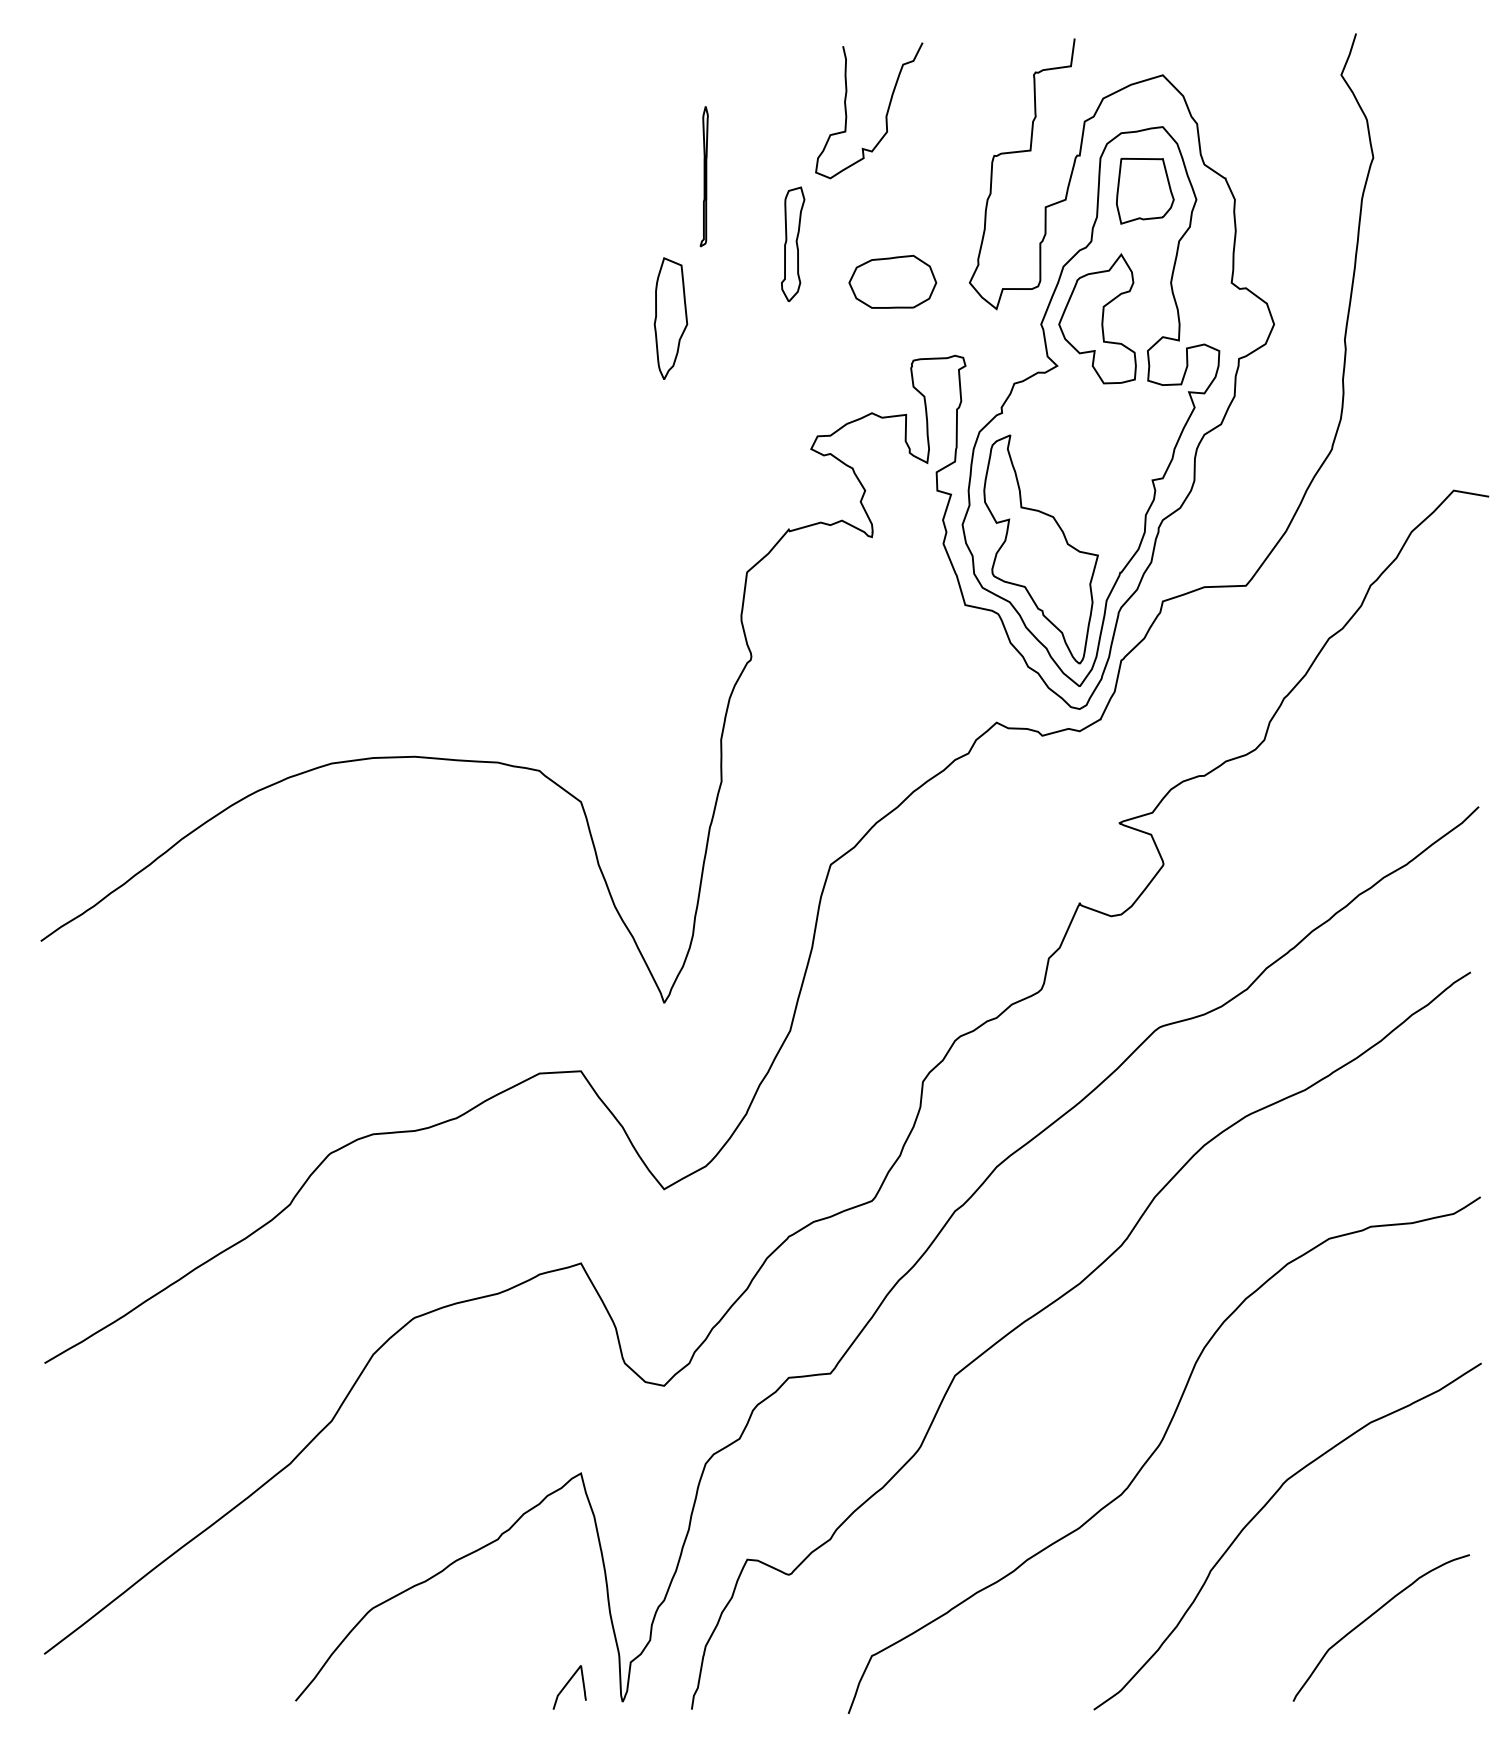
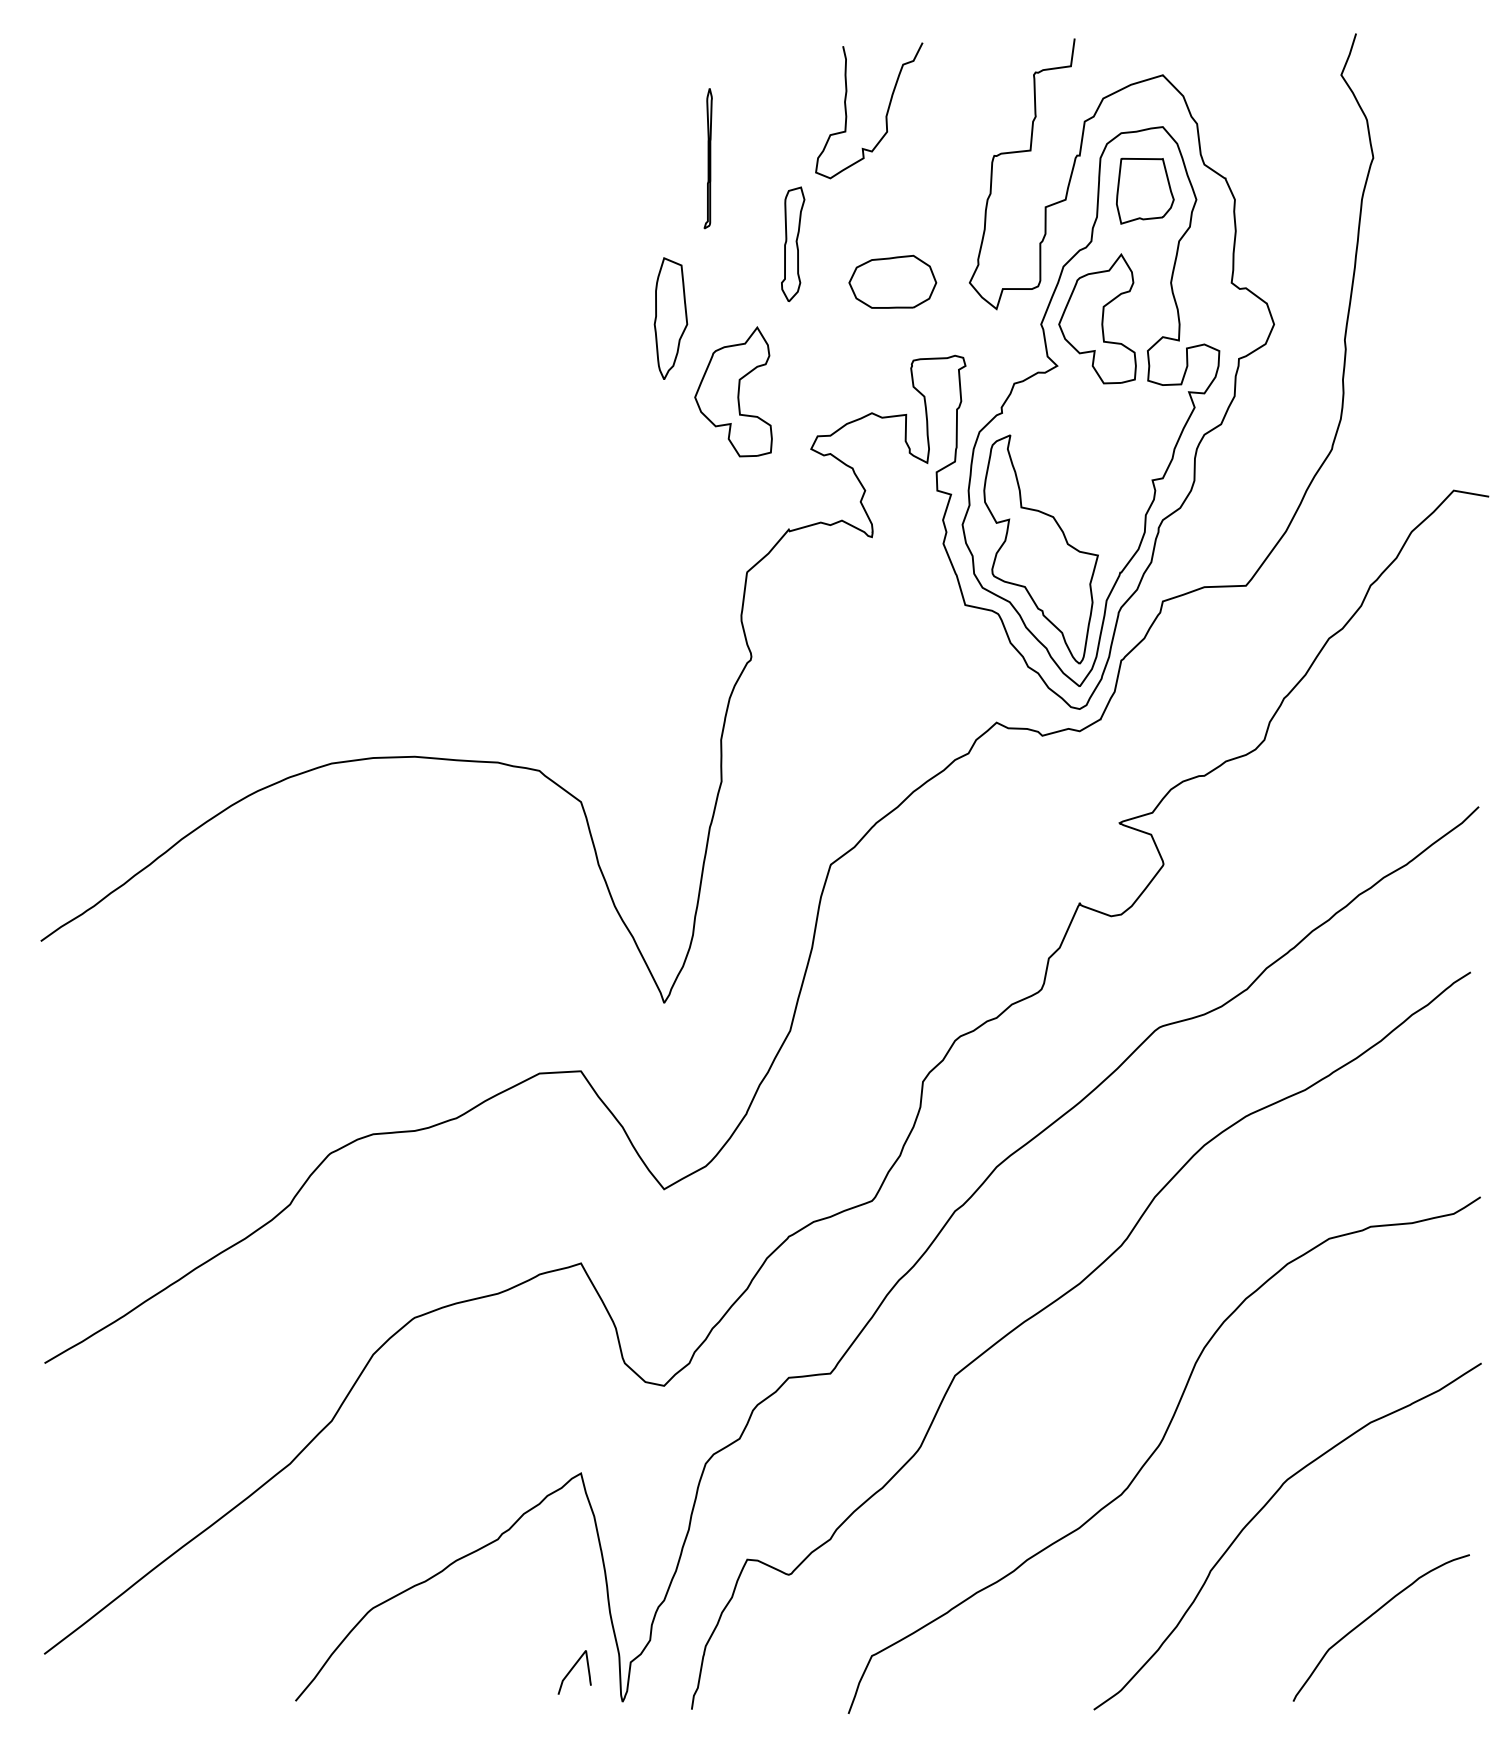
part at (703, 176) position: (703, 176) -> (707, 158)
part at (733, 391): none -> present
curve at (566, 1686) position: (566, 1686) -> (571, 1671)
